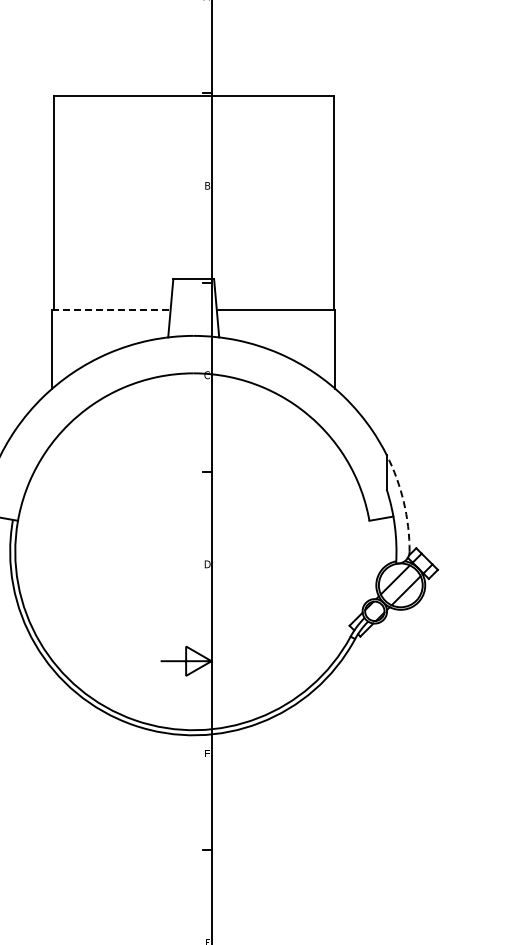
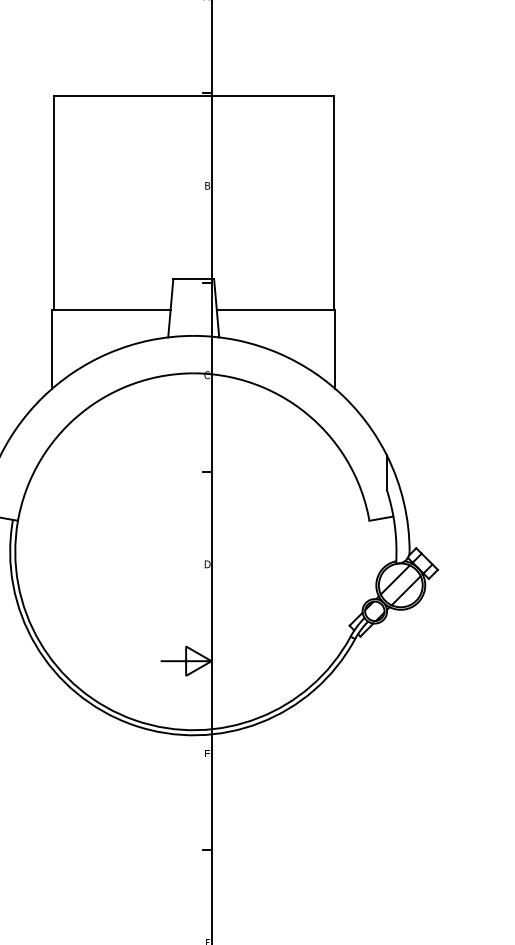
line at (111, 309): dashed -> solid
arc at (403, 502): dashed -> solid
